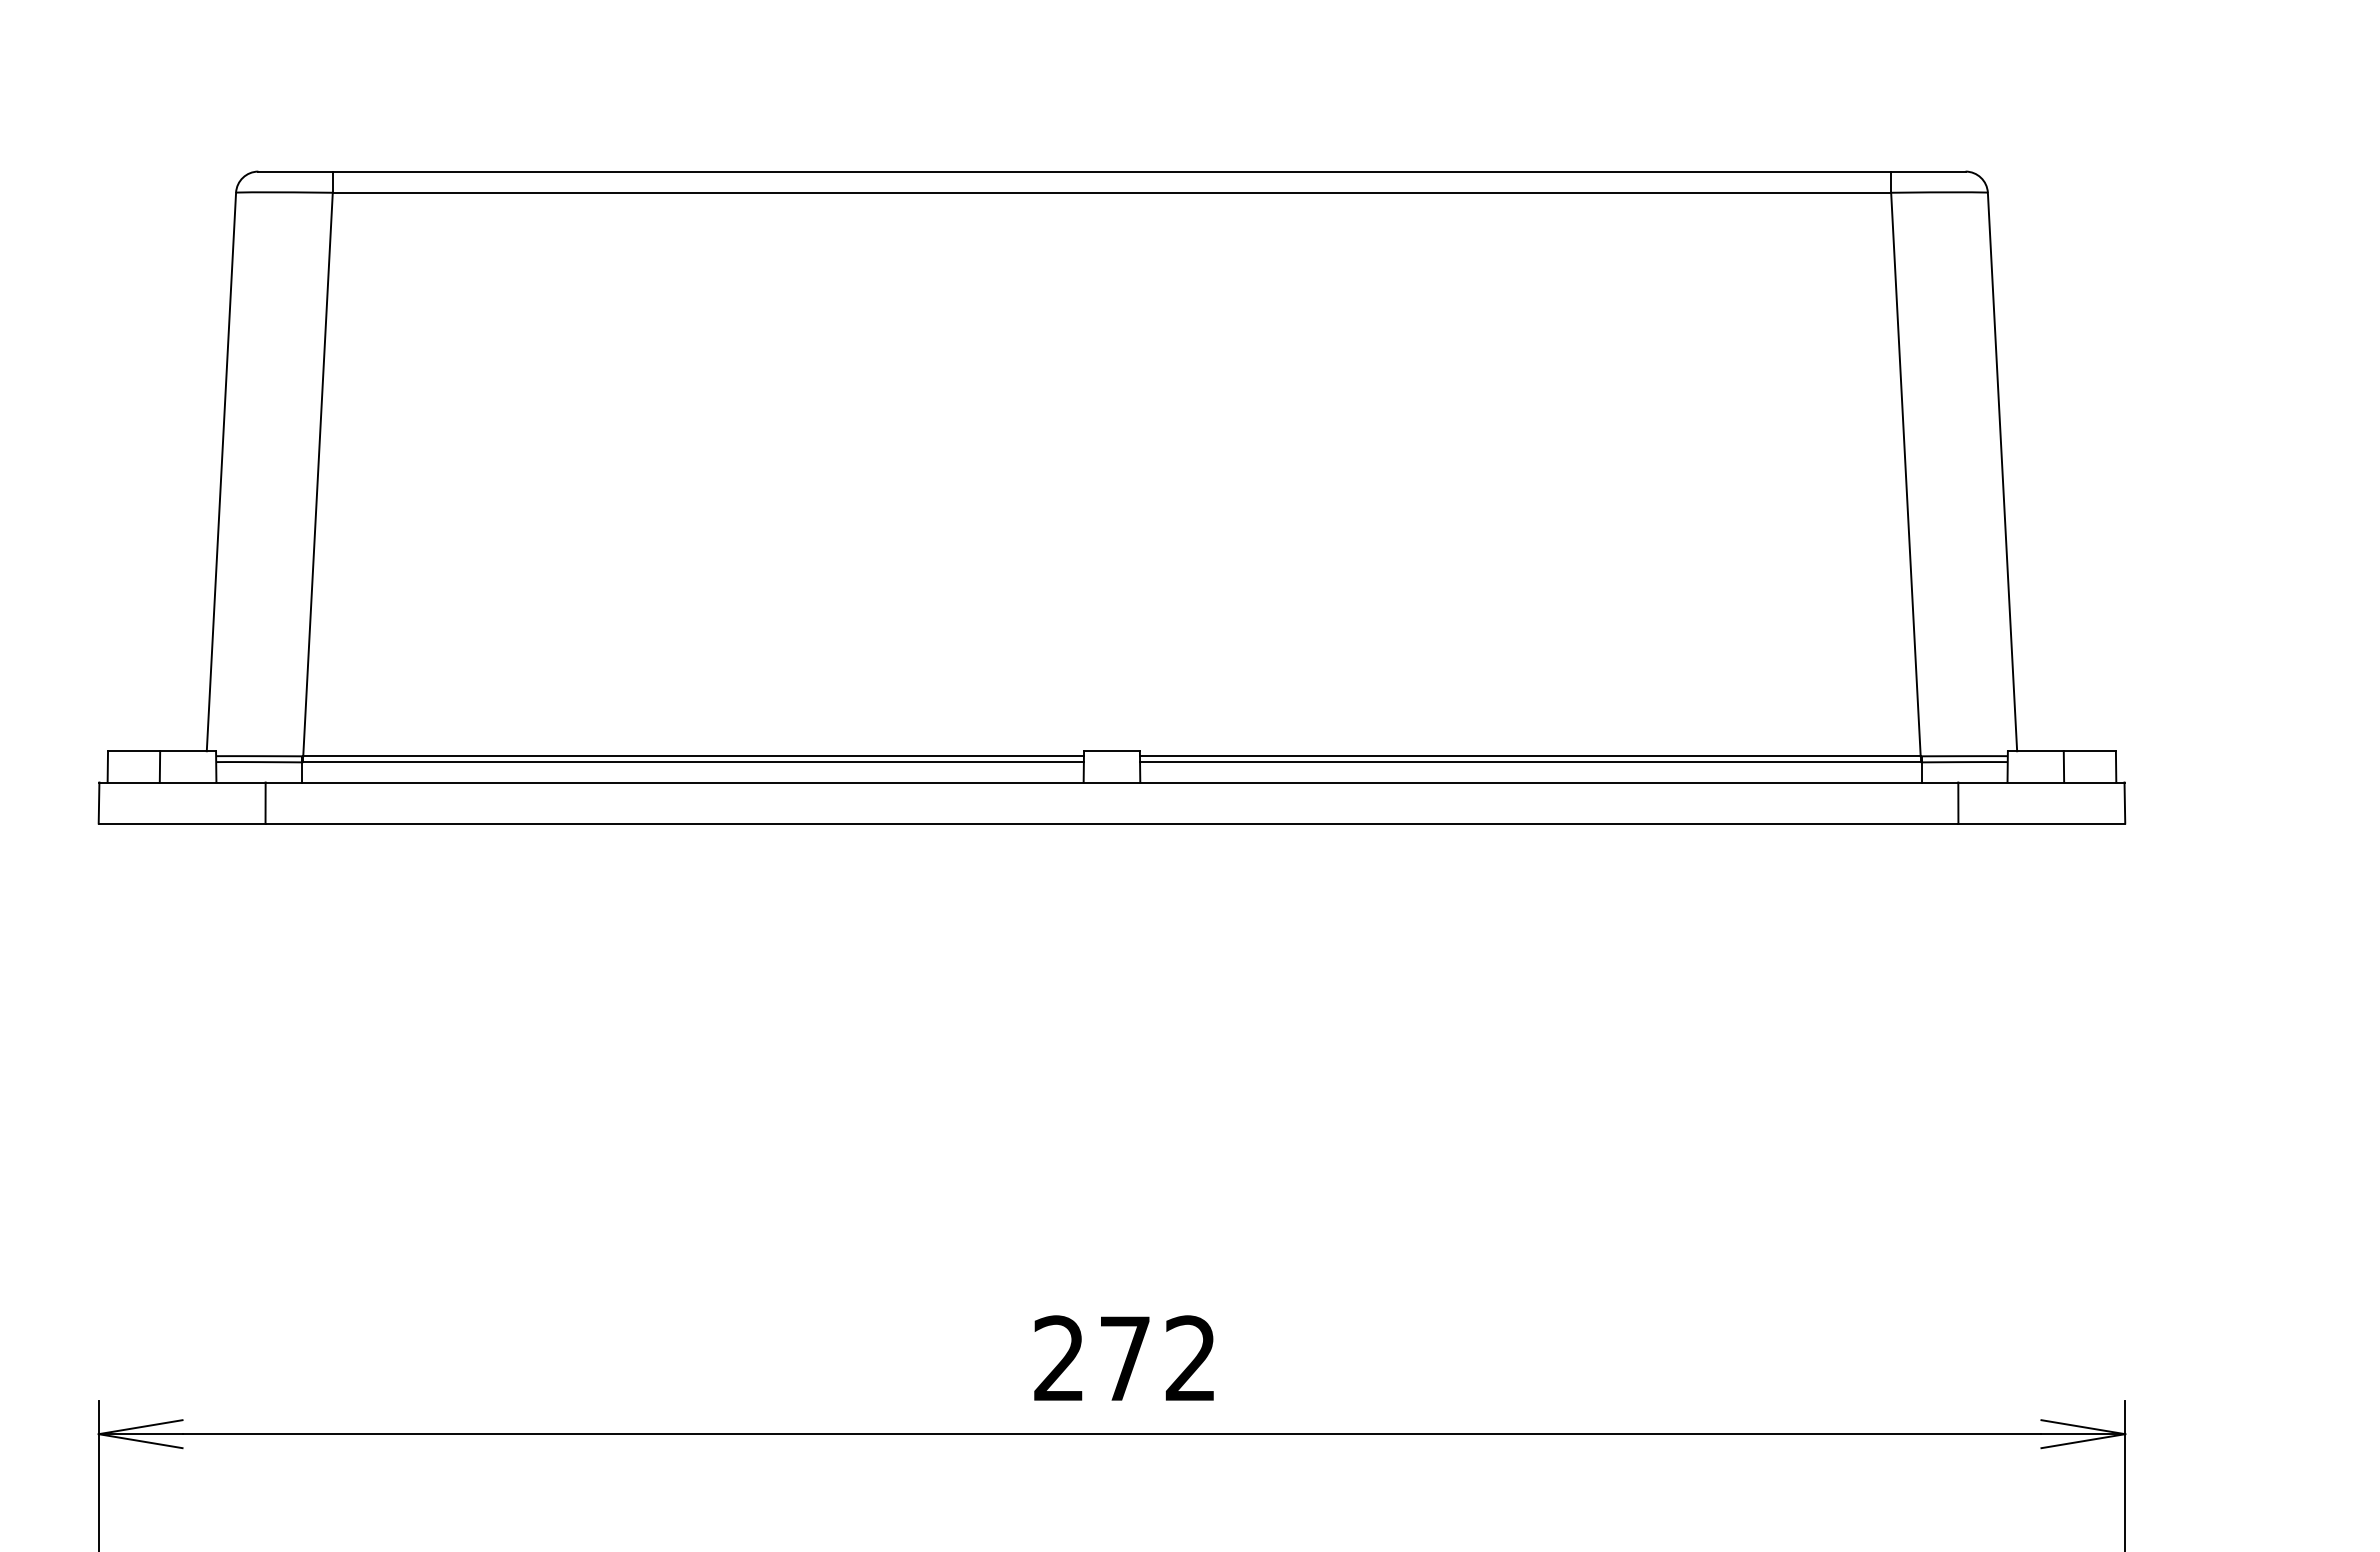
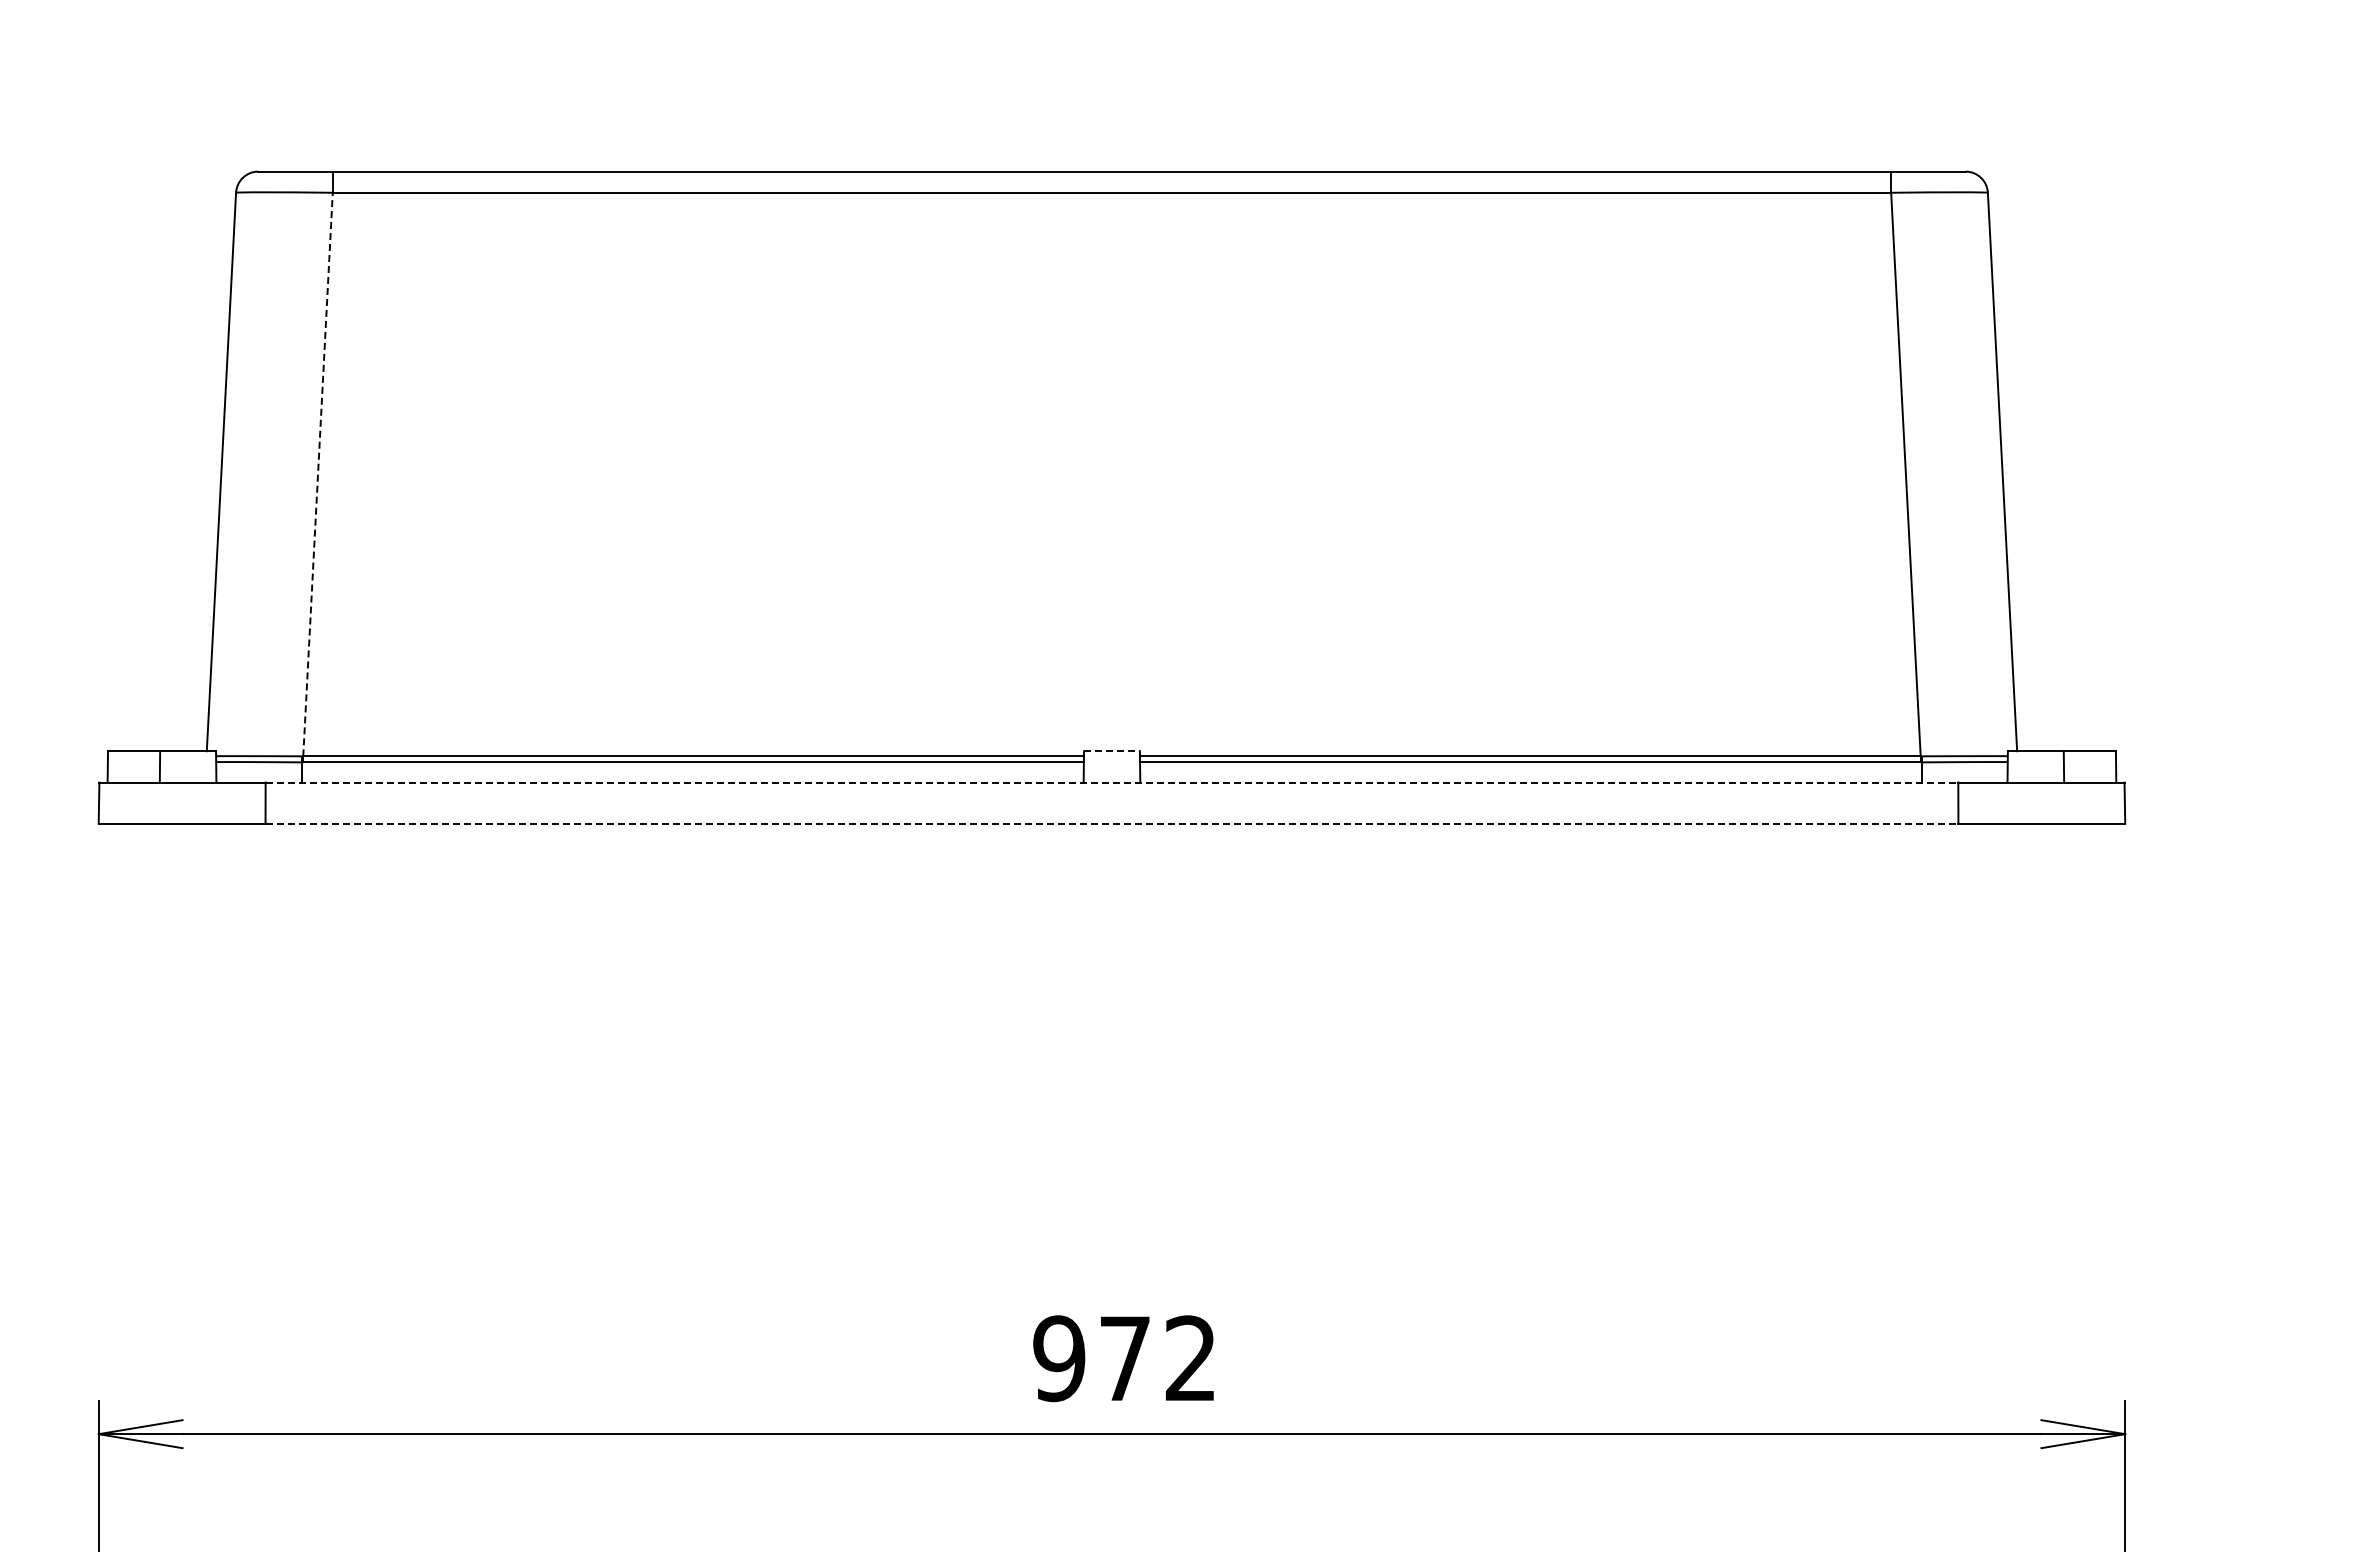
line at (318, 474): solid -> dashed
line at (1111, 751): solid -> dashed
line at (1112, 782): solid -> dashed
line at (1112, 823): solid -> dashed
text at (1059, 1358): 272 -> 972
